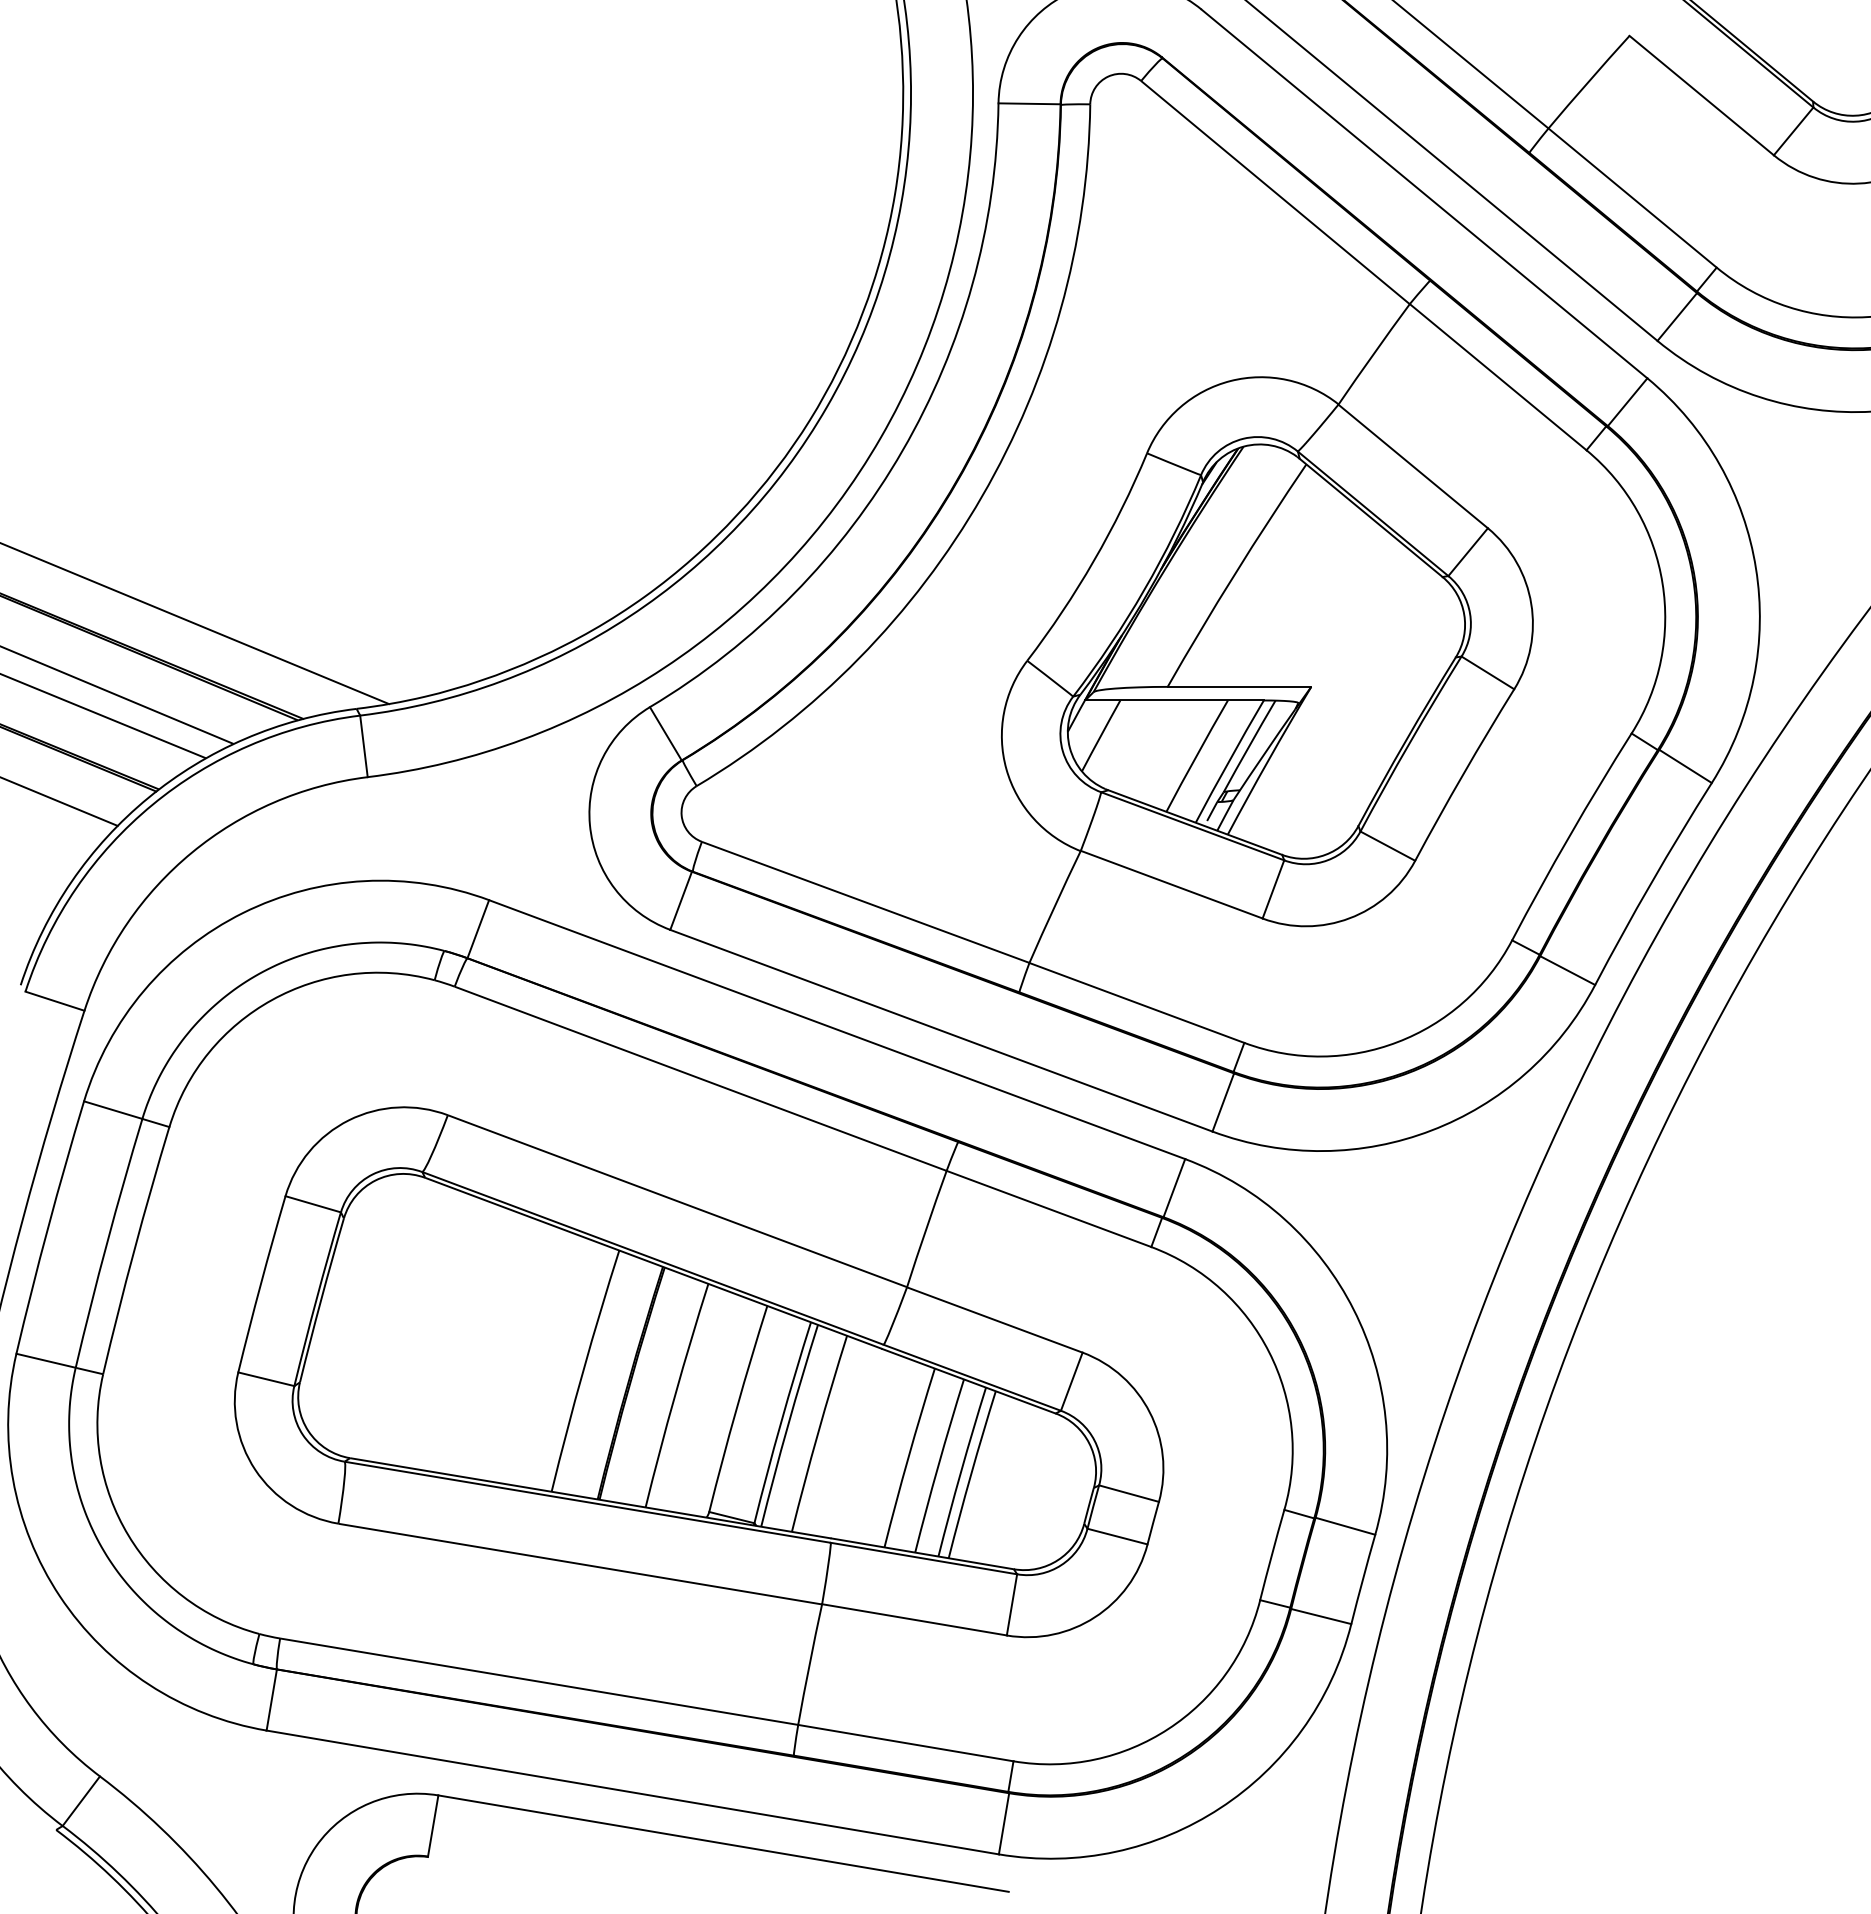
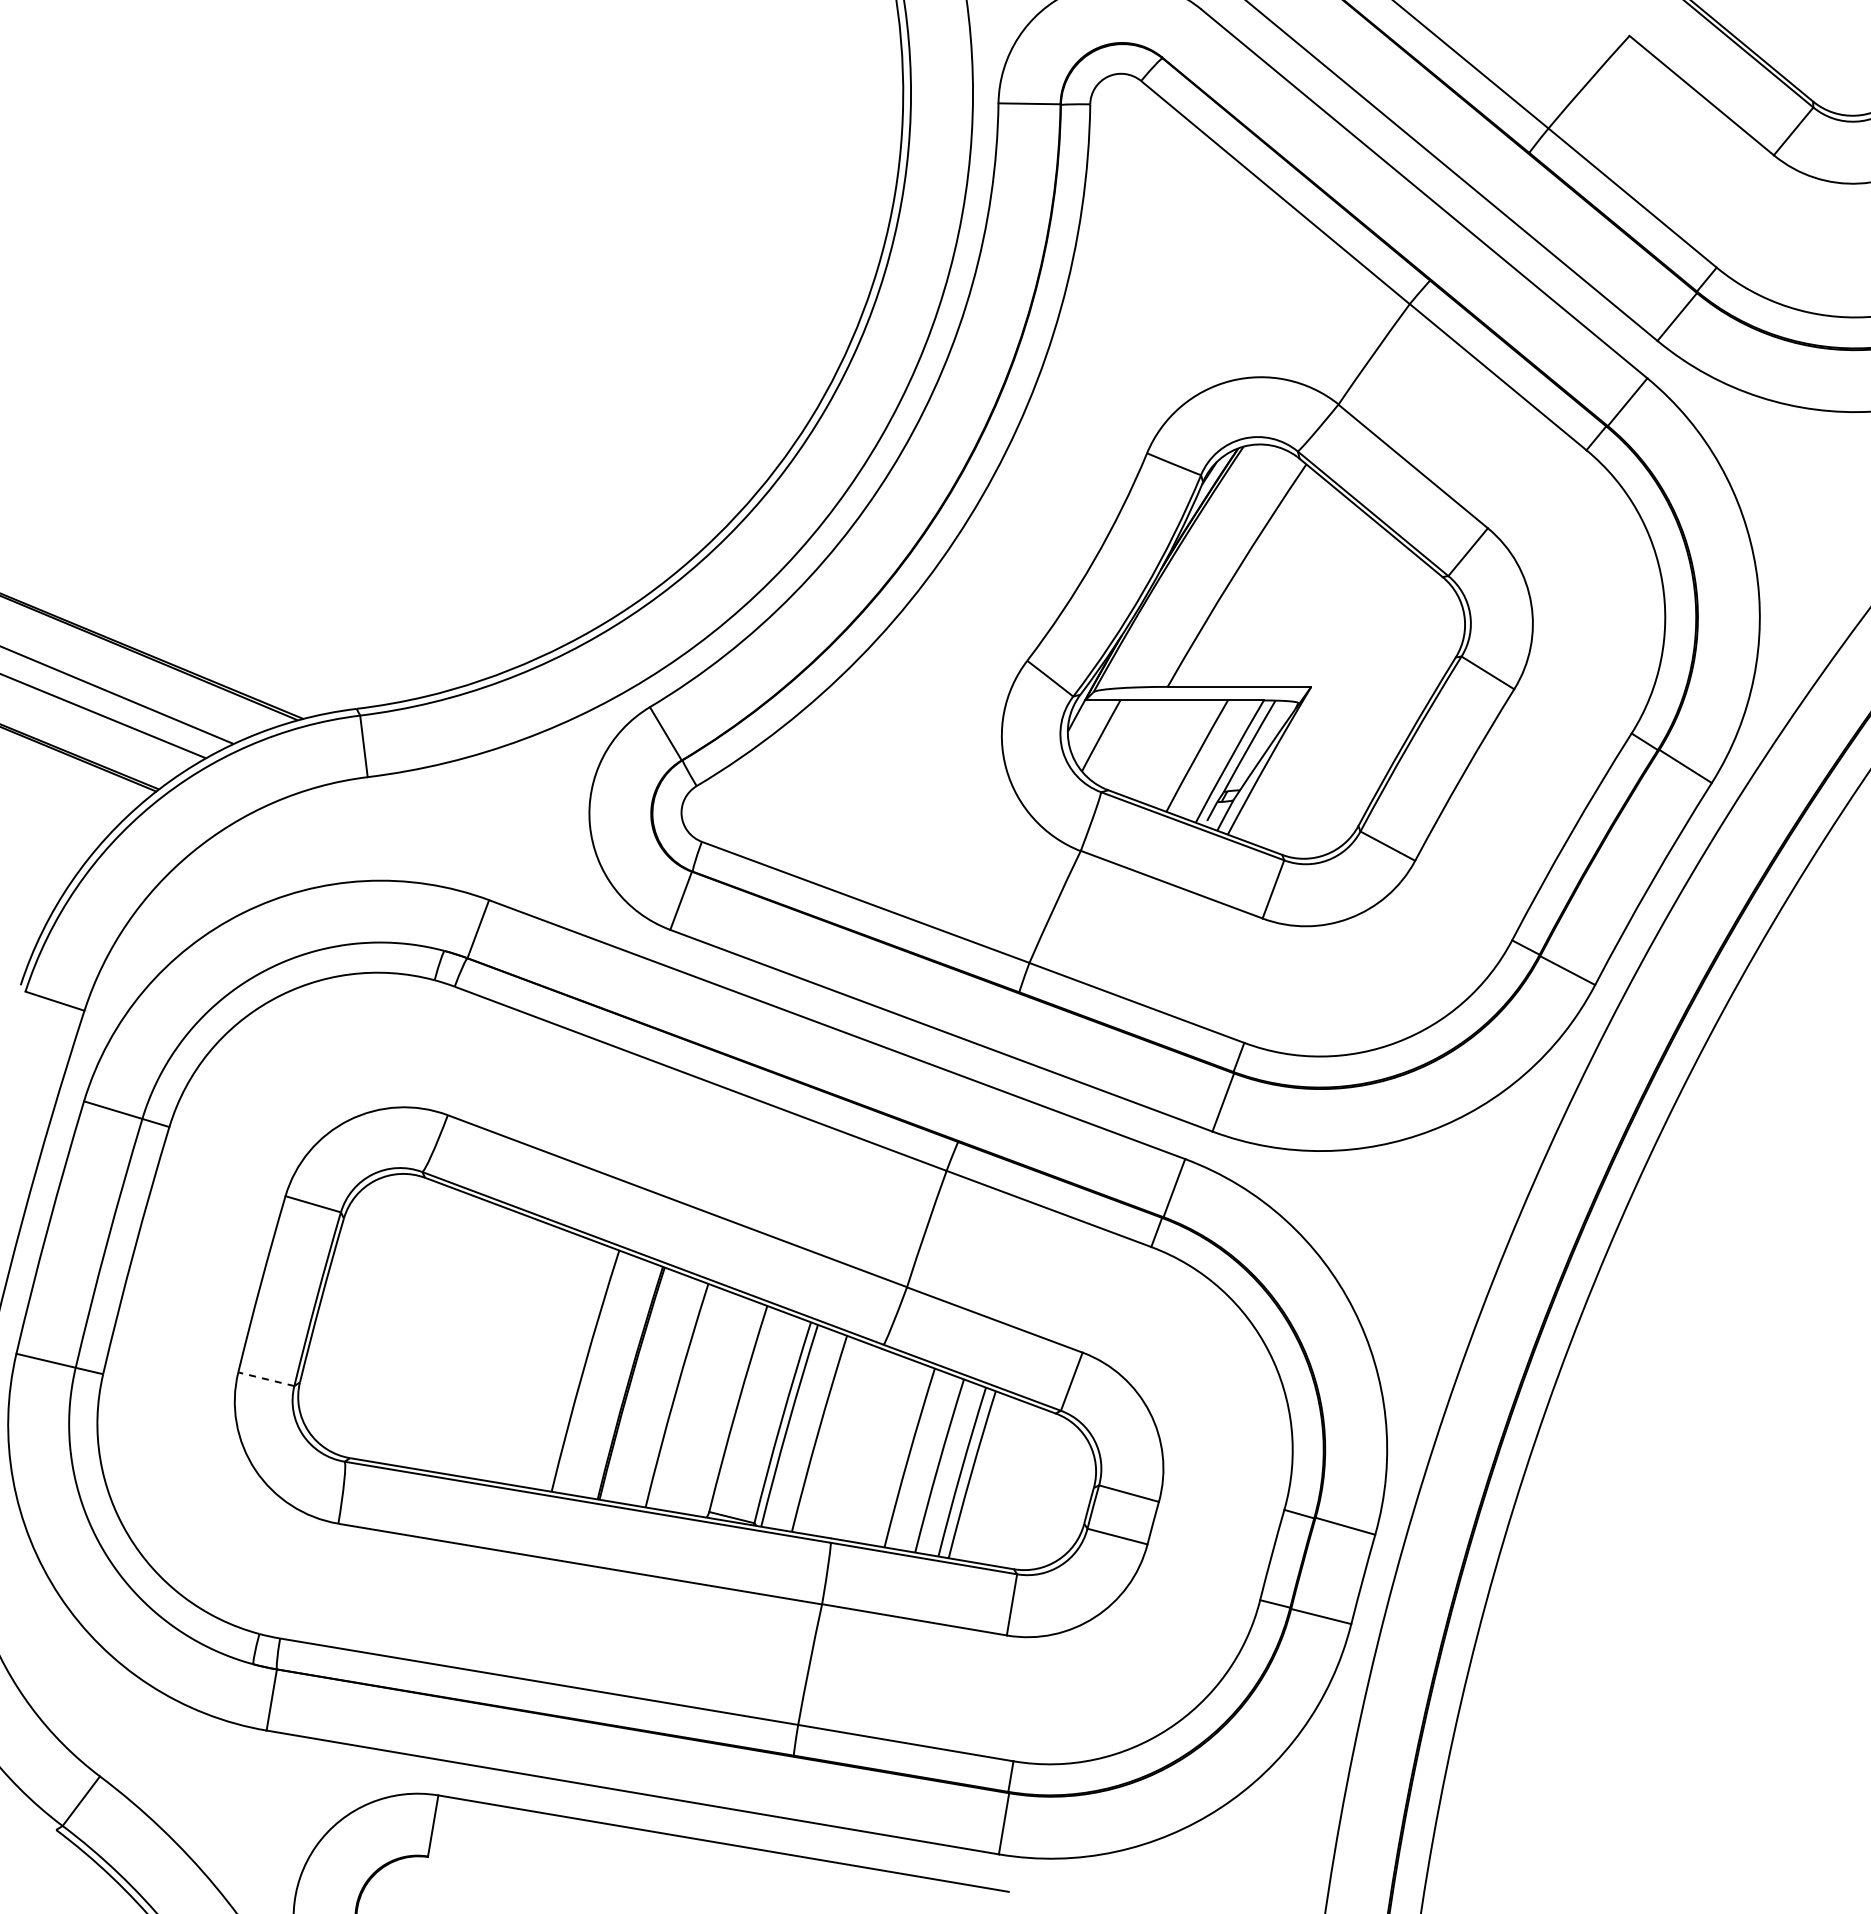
line at (195, 624): present -> none
line at (59, 801): present -> none
line at (266, 1379): solid -> dashed
